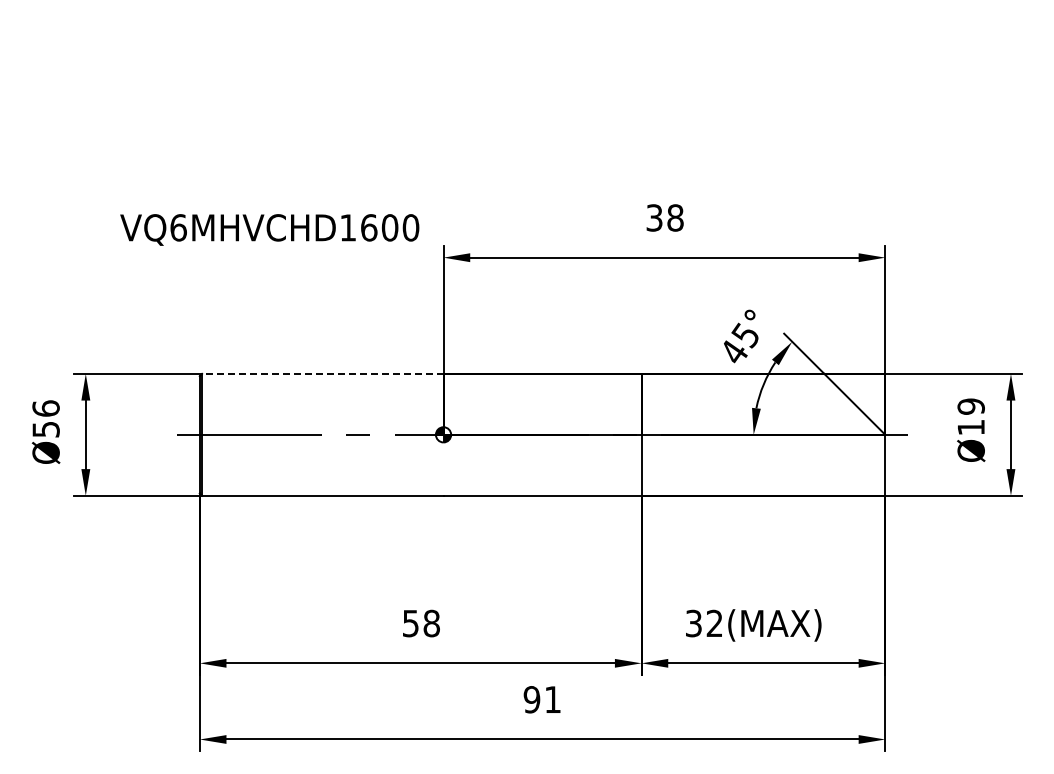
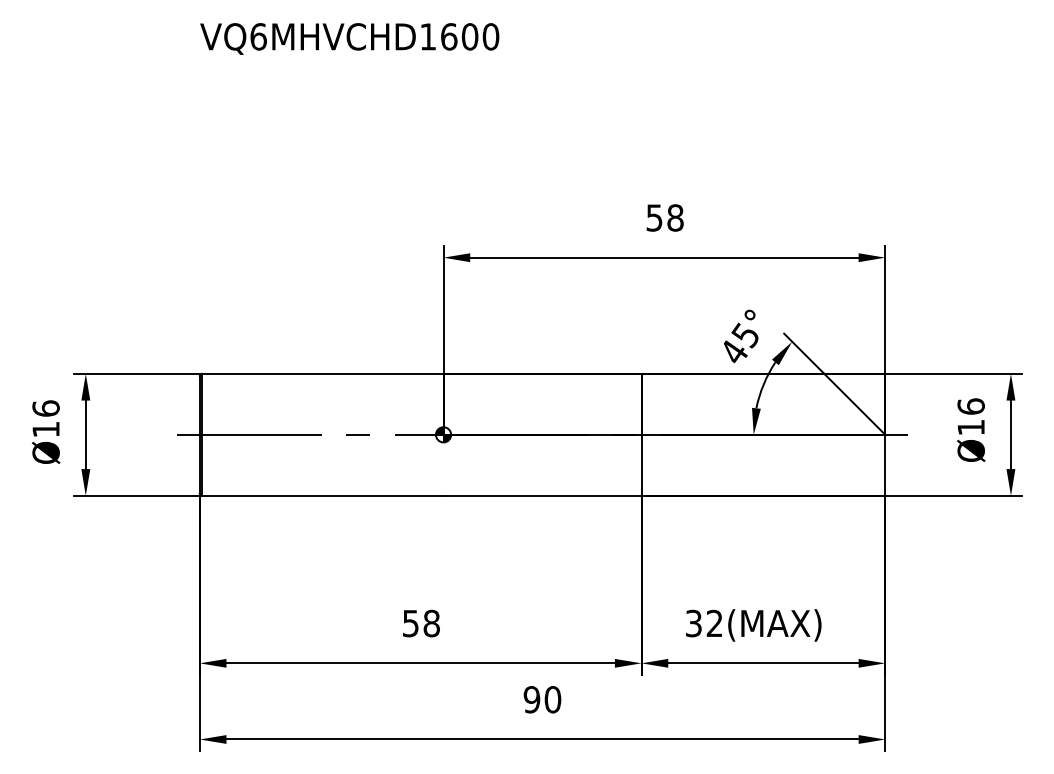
text at (654, 217): 38 -> 58
text at (269, 229) position: (269, 229) -> (349, 38)
line at (322, 373): dashed -> solid
text at (970, 406): Ø19 -> Ø16
text at (45, 429): Ø56 -> Ø16
text at (552, 699): 91 -> 90
